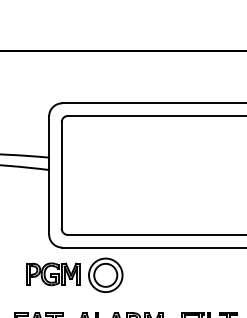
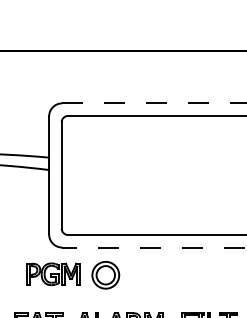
line at (154, 103): solid -> dashed
line at (154, 247): solid -> dashed
part at (105, 274) size: 36x36 px -> 30x29 px
